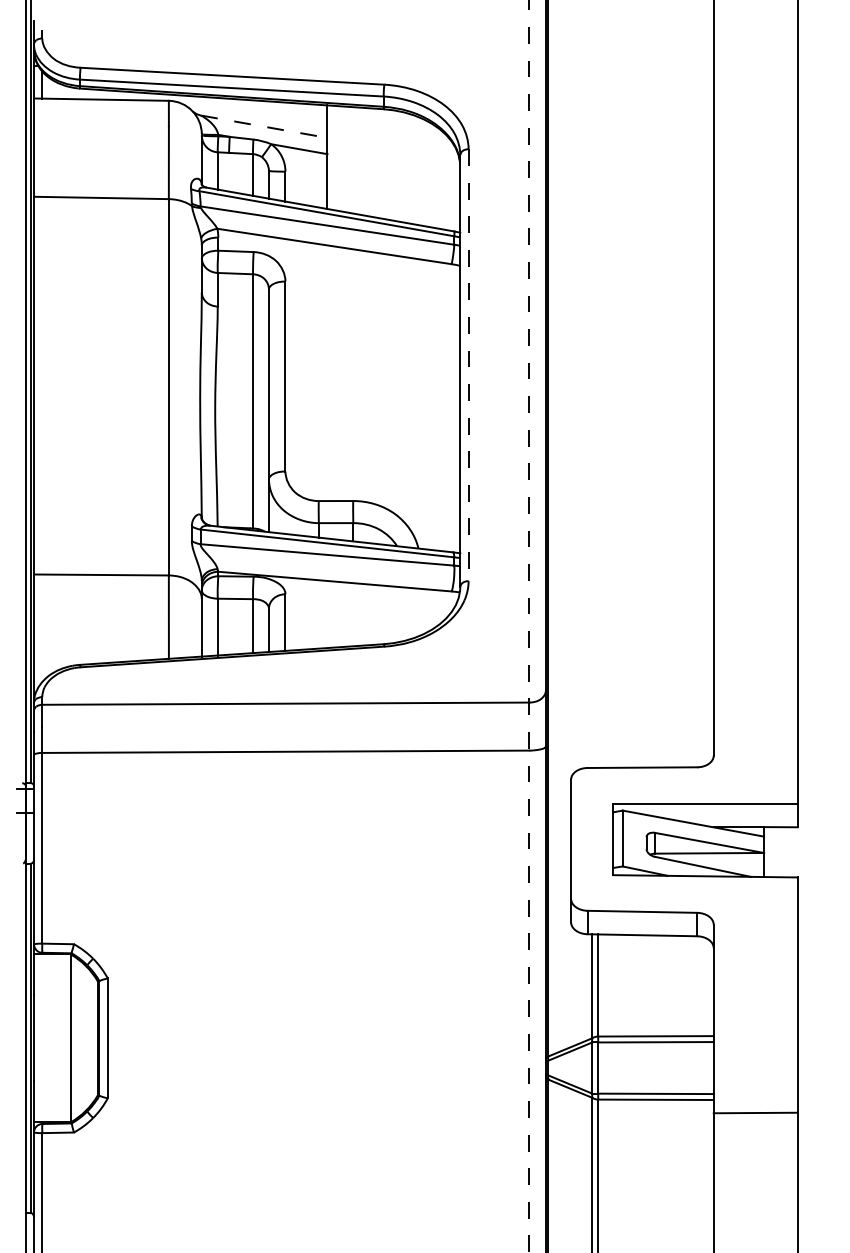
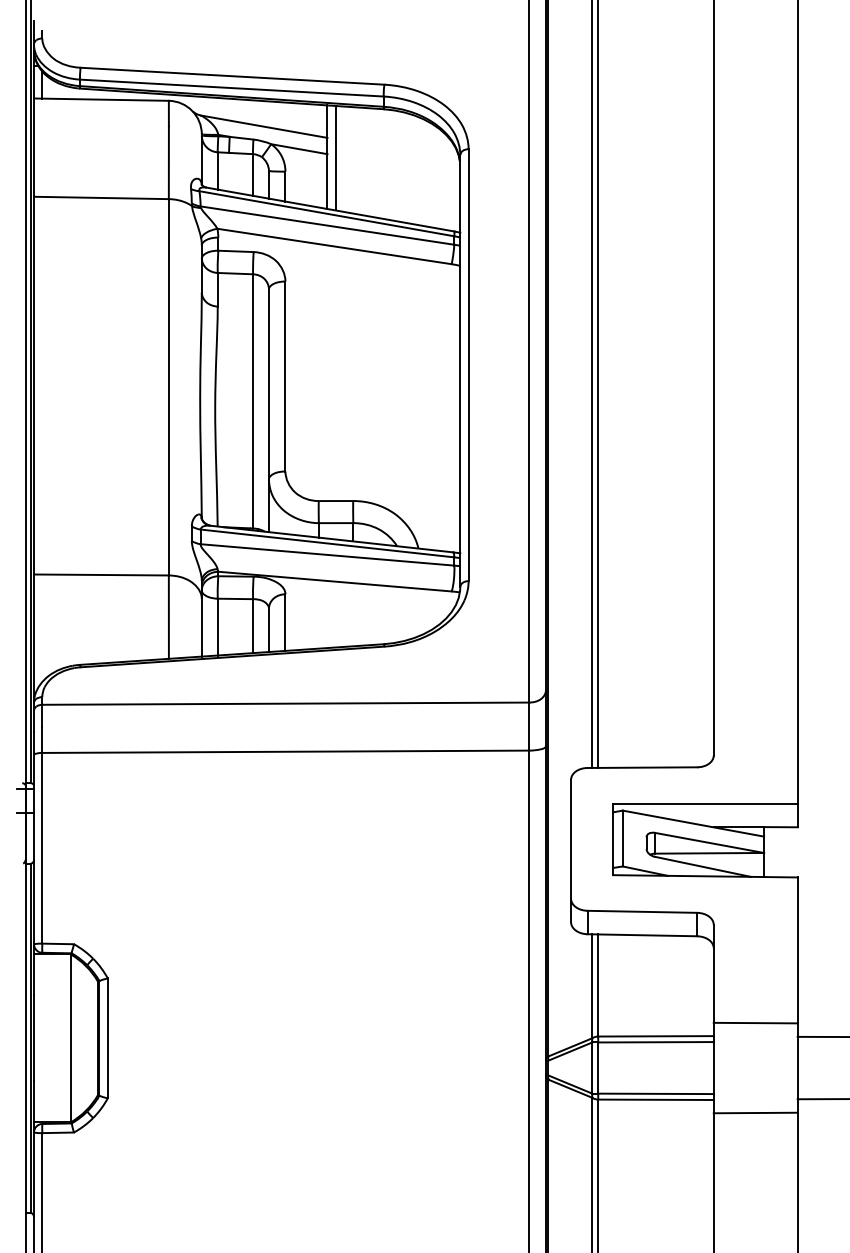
line at (264, 126): dashed -> solid
line at (335, 157): none -> present
line at (468, 365): dashed -> solid
line at (592, 384): none -> present
line at (598, 384): none -> present
line at (529, 626): dashed -> solid
line at (755, 1022): none -> present
line at (821, 1036): none -> present
line at (821, 1099): none -> present
